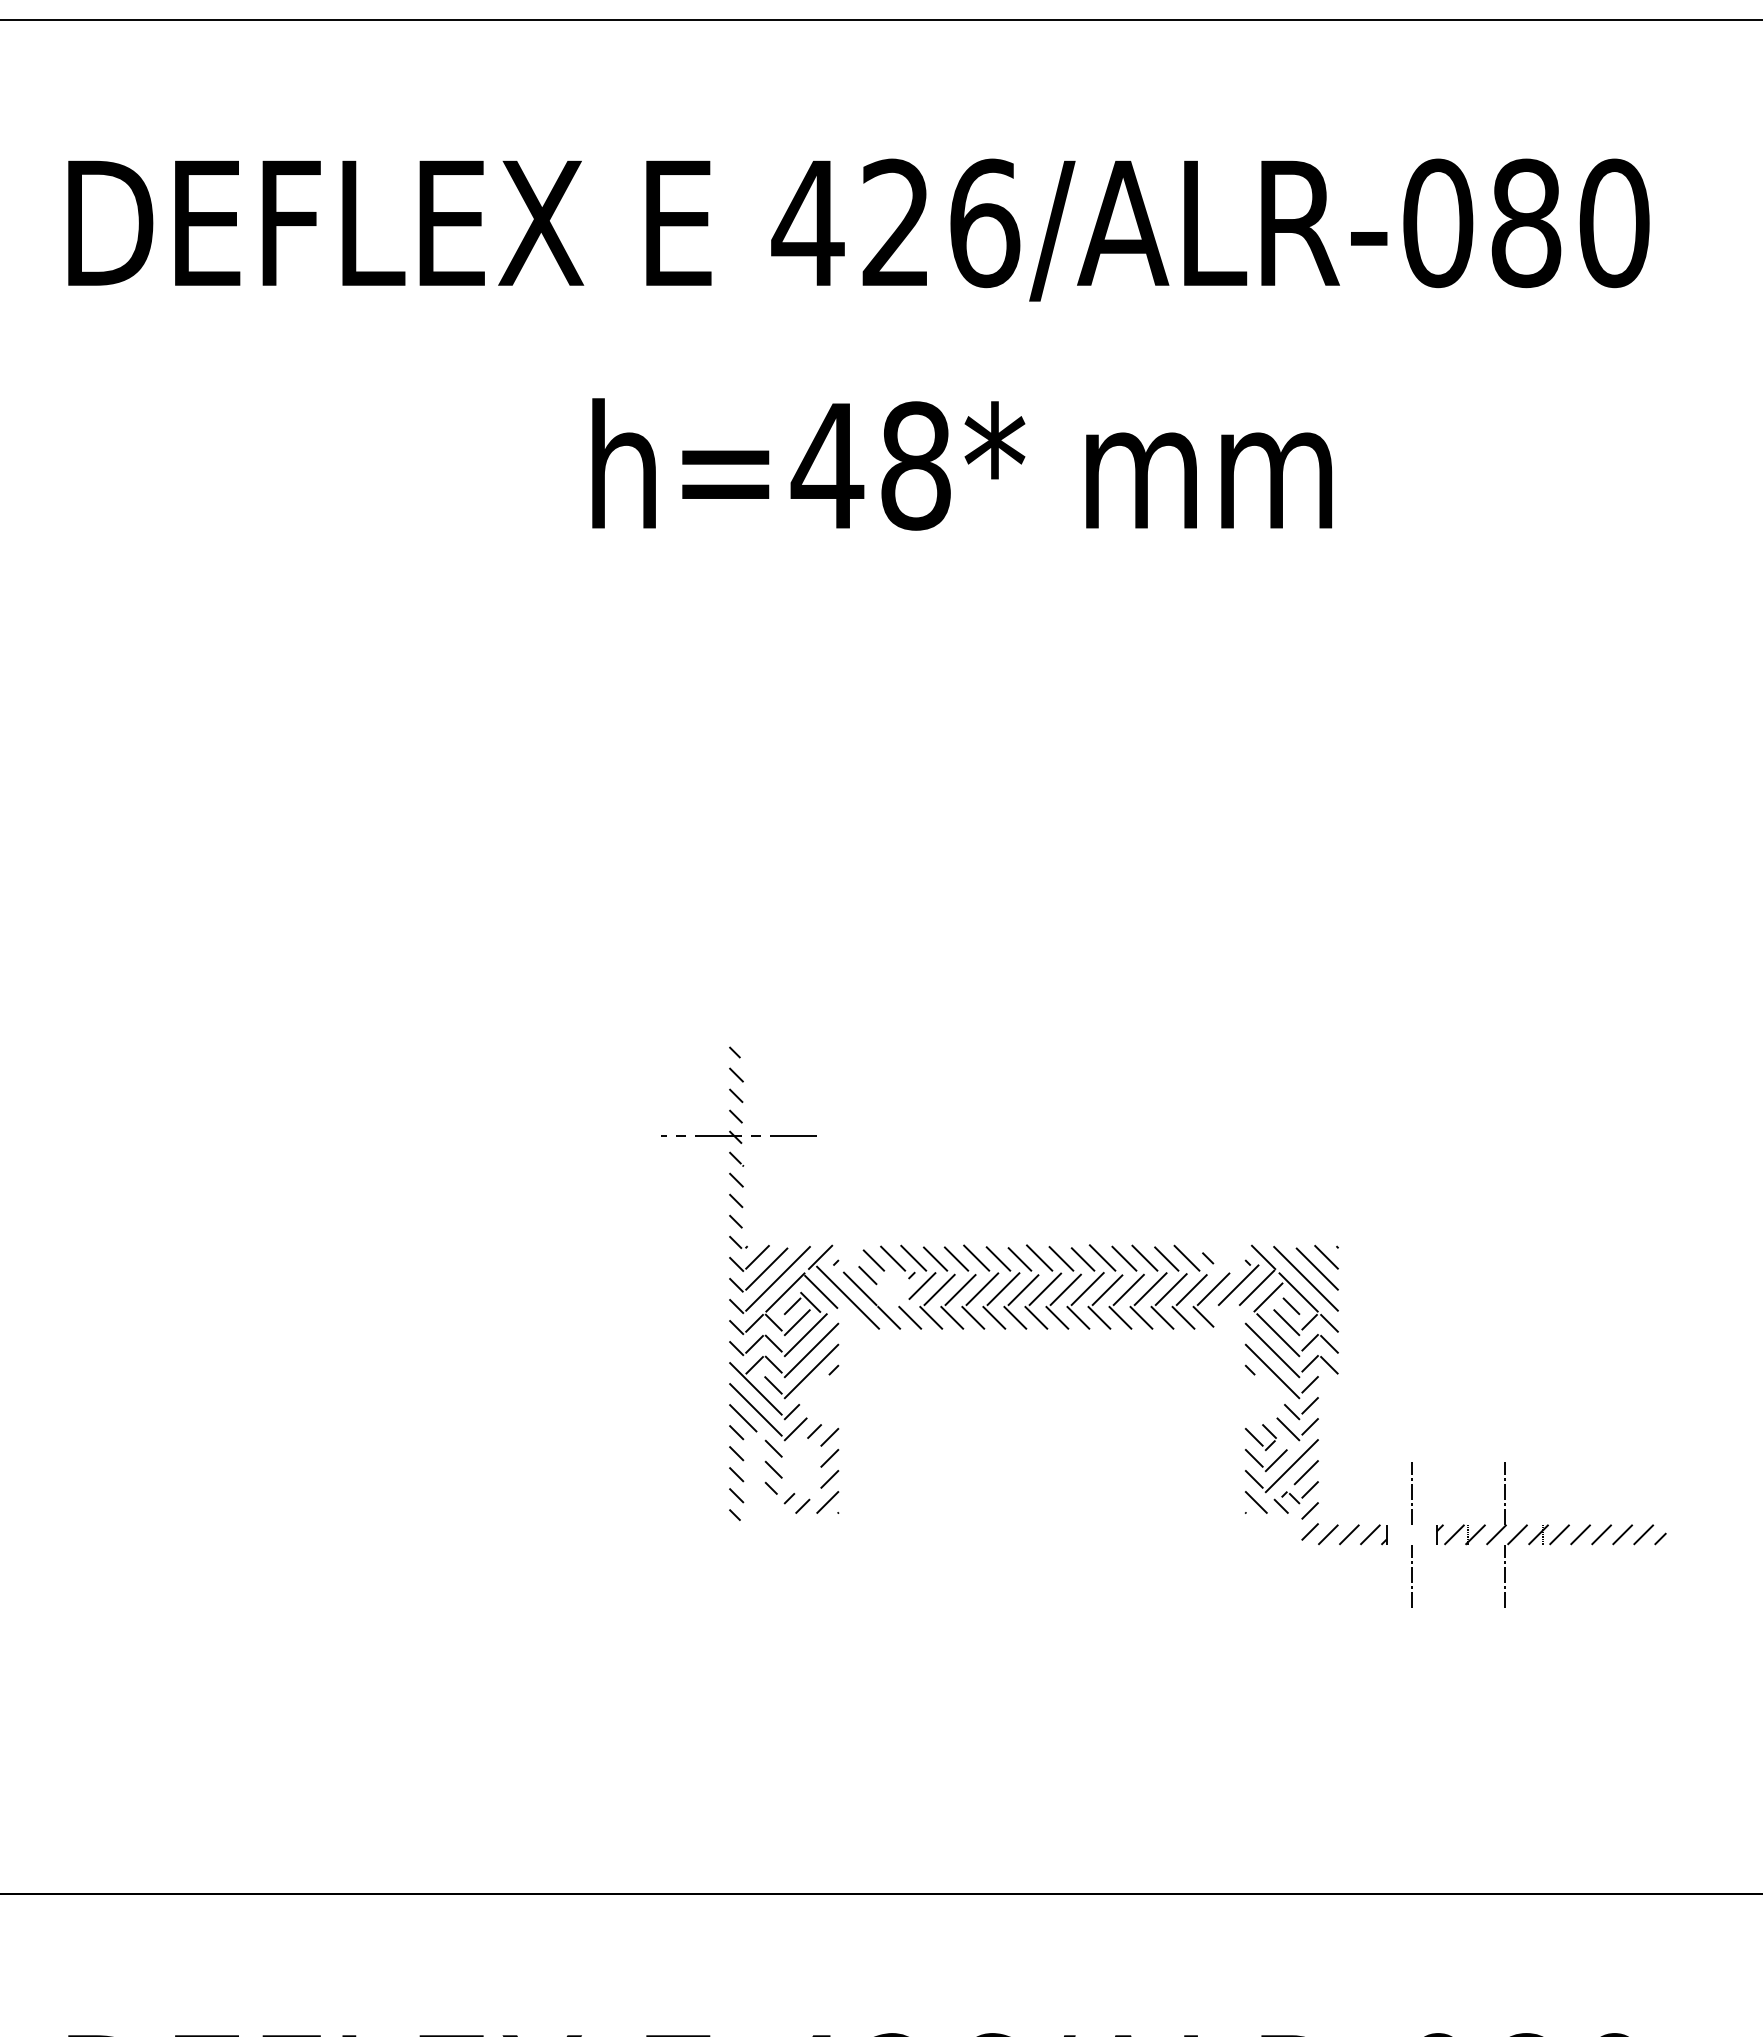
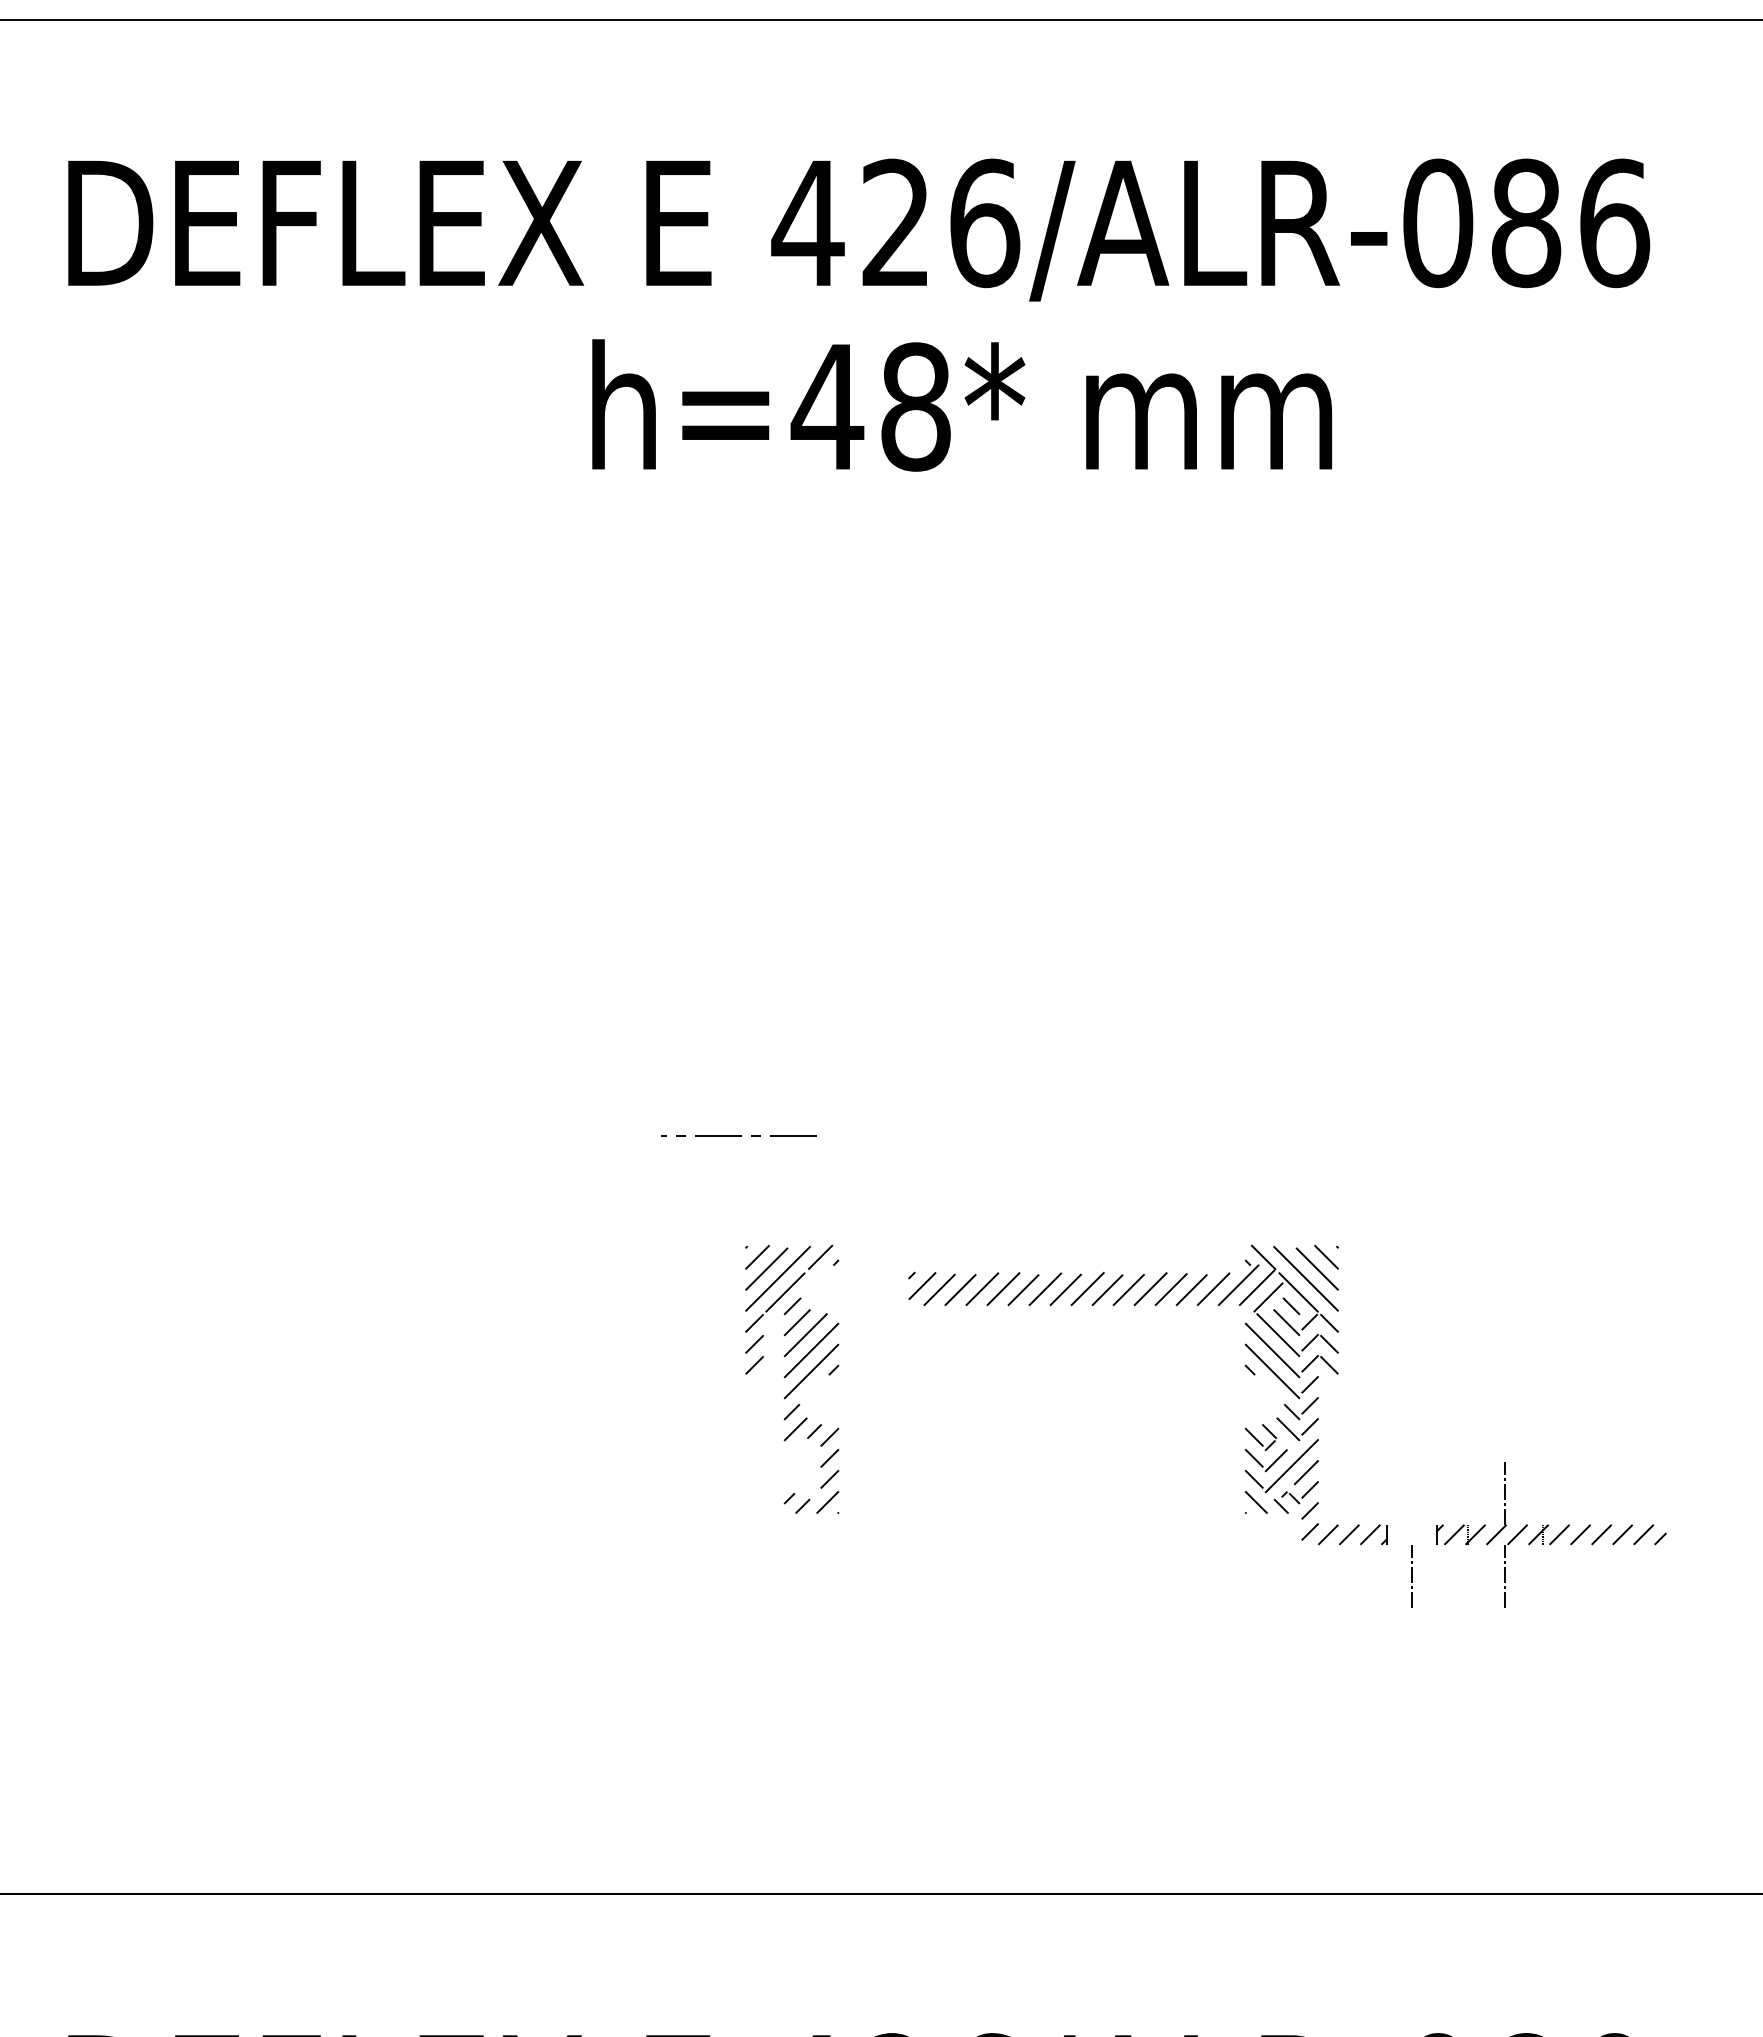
text at (1614, 223): 426/ALR-080 -> 426/ALR-086
text at (961, 464) position: (961, 464) -> (961, 405)
hatch at (755, 1283): present -> none
hatch at (1007, 1286): present -> none
line at (1411, 1493): present -> none
